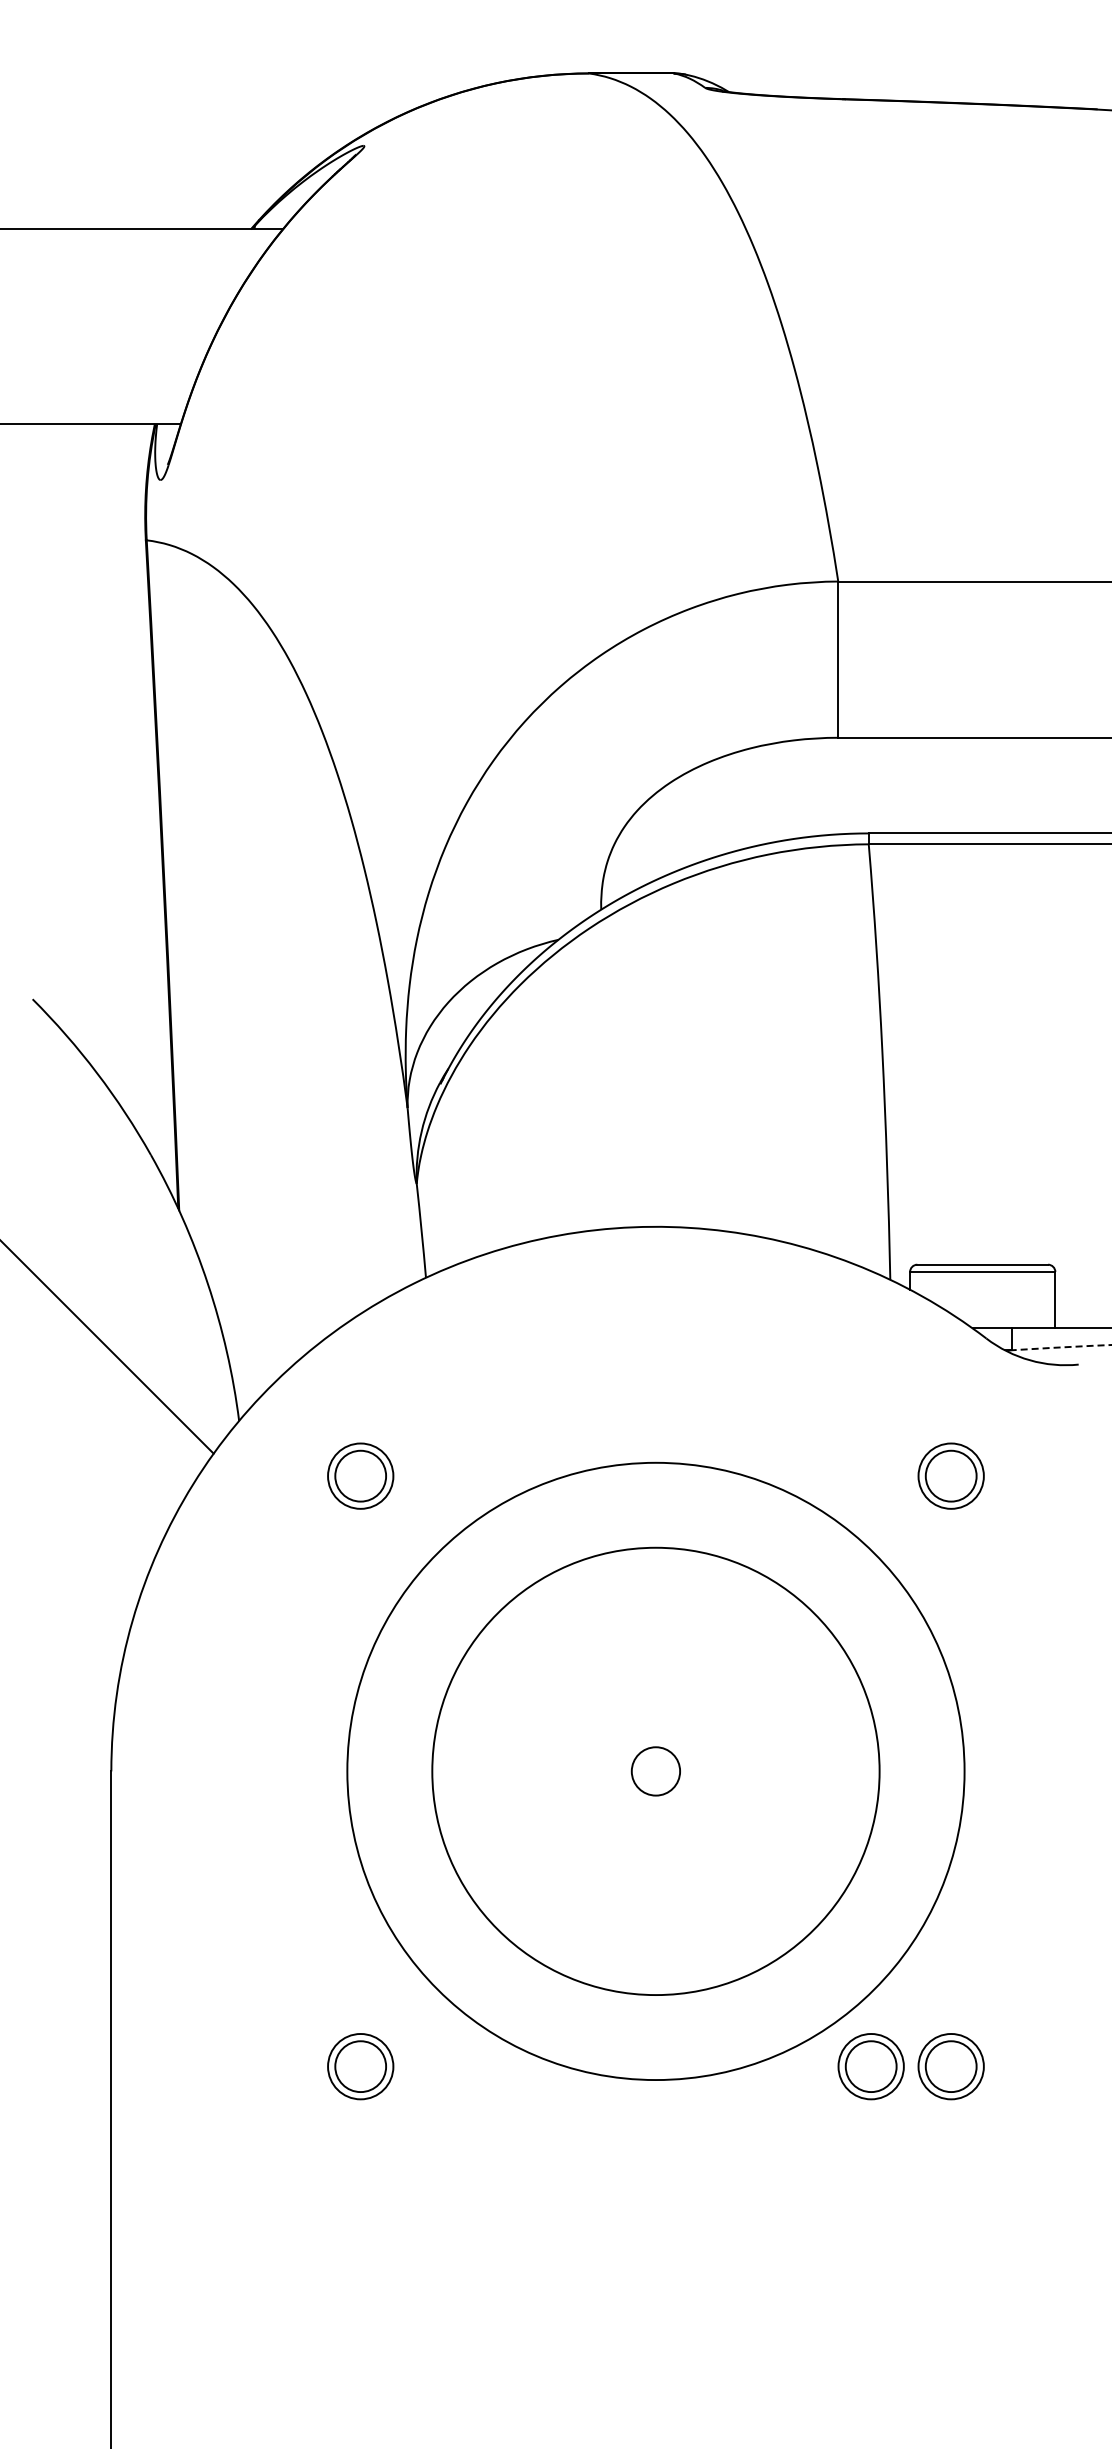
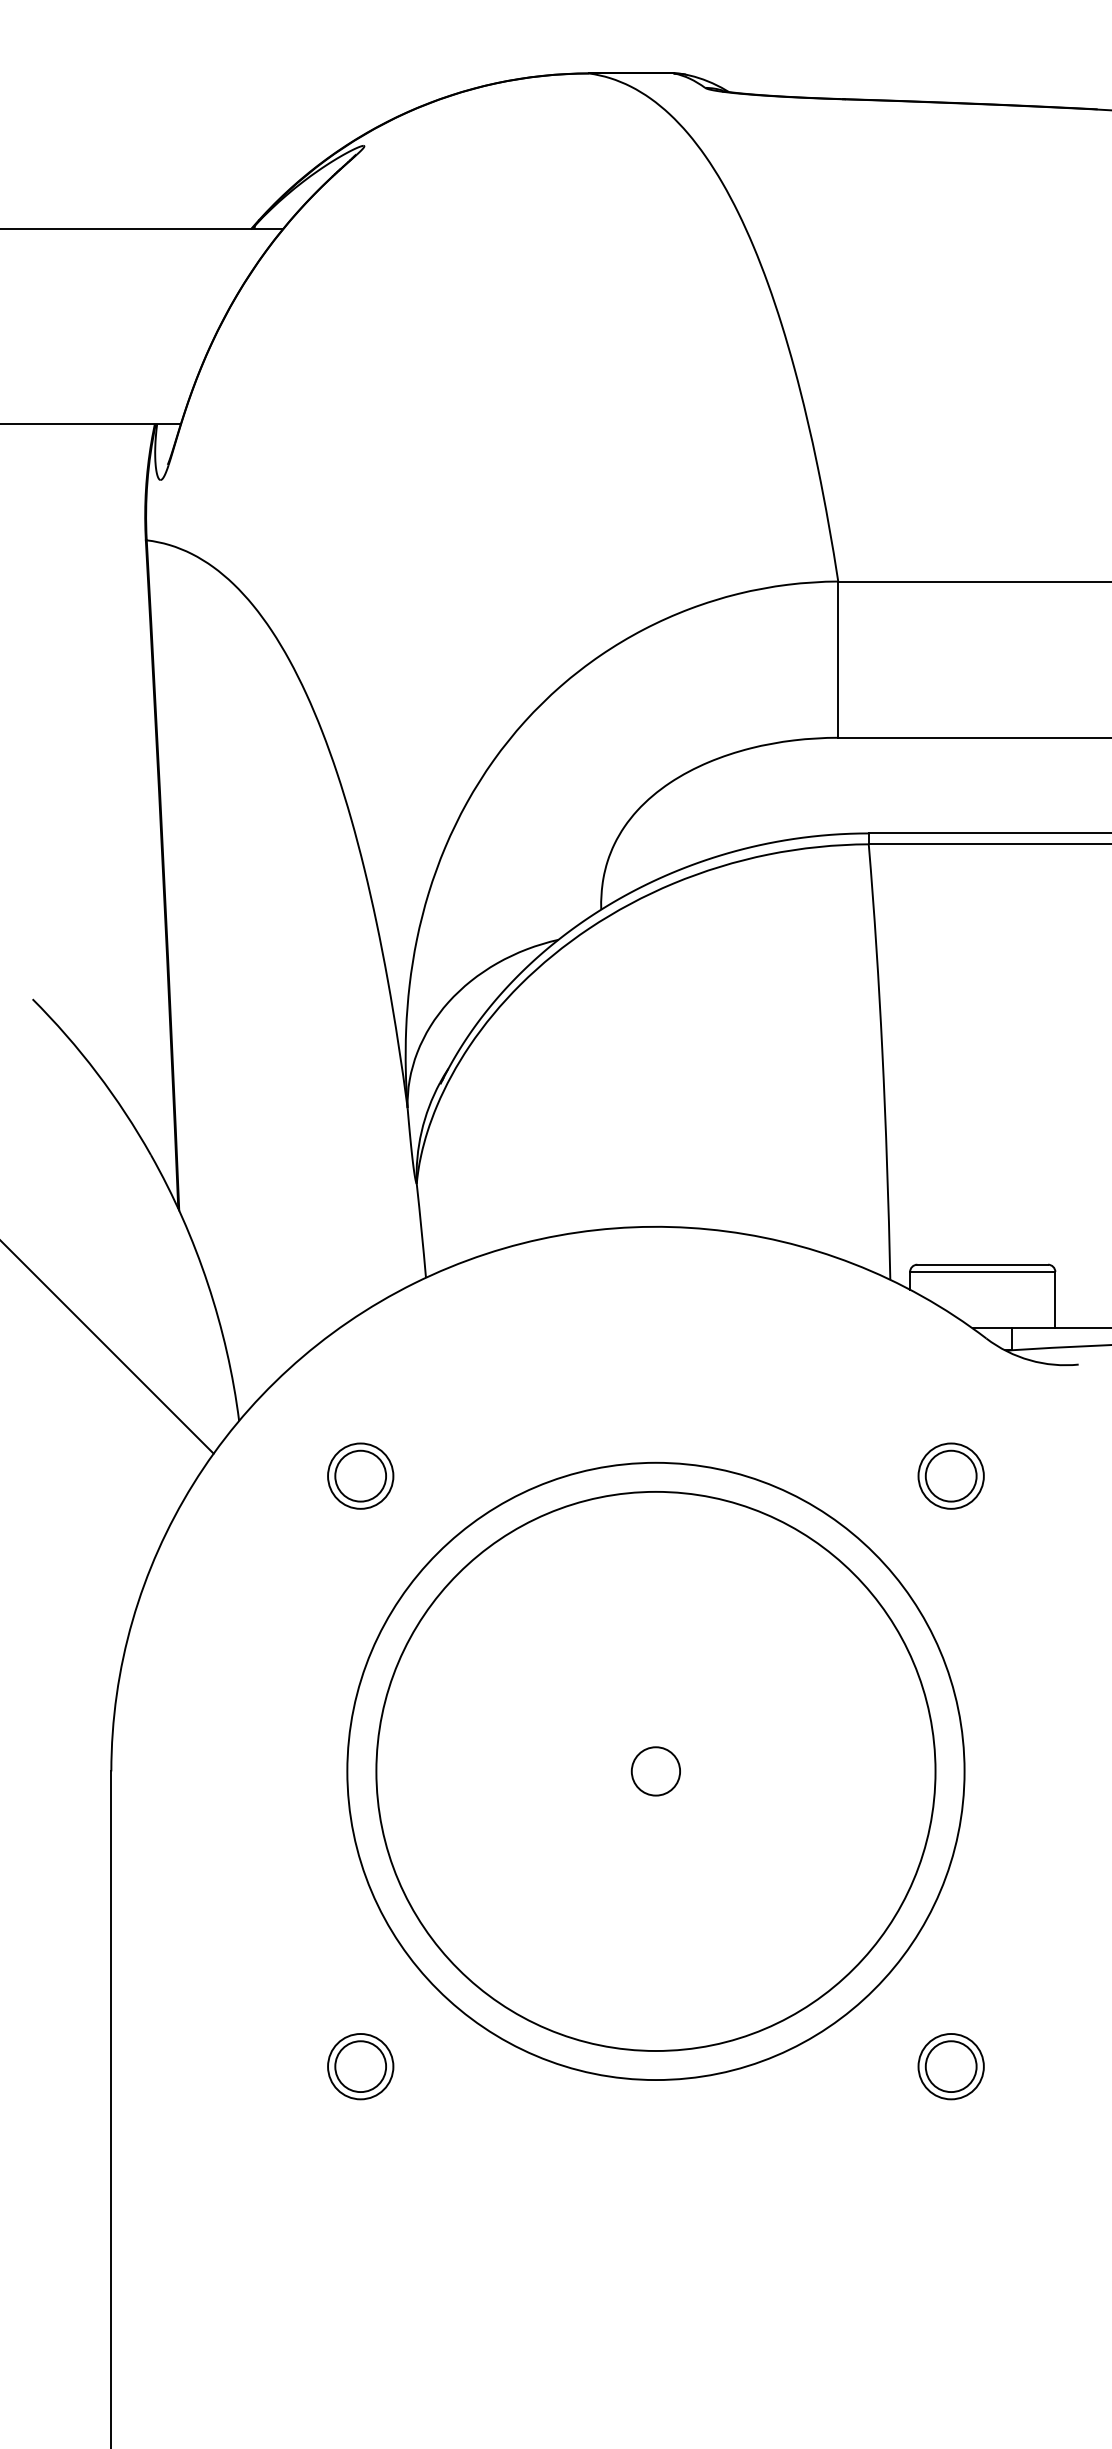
arc at (1061, 1347): dashed -> solid
circle at (655, 1771) diameter: 447 px -> 559 px
part at (870, 2066): present -> none
